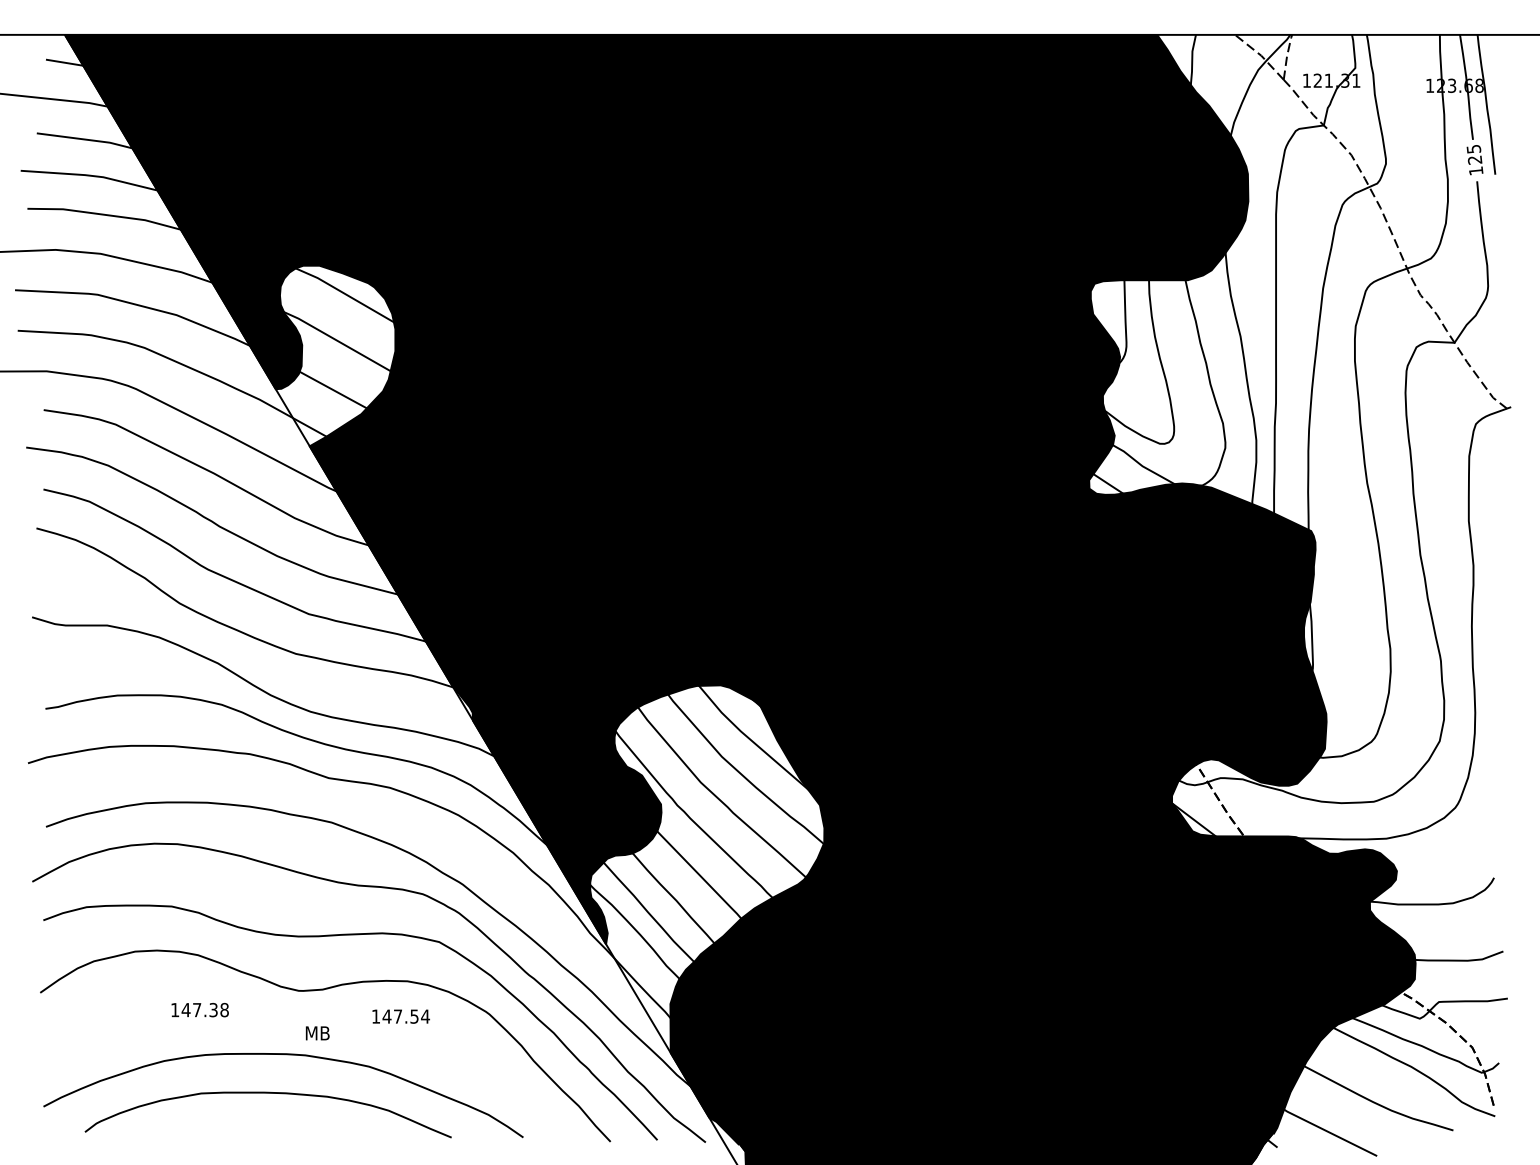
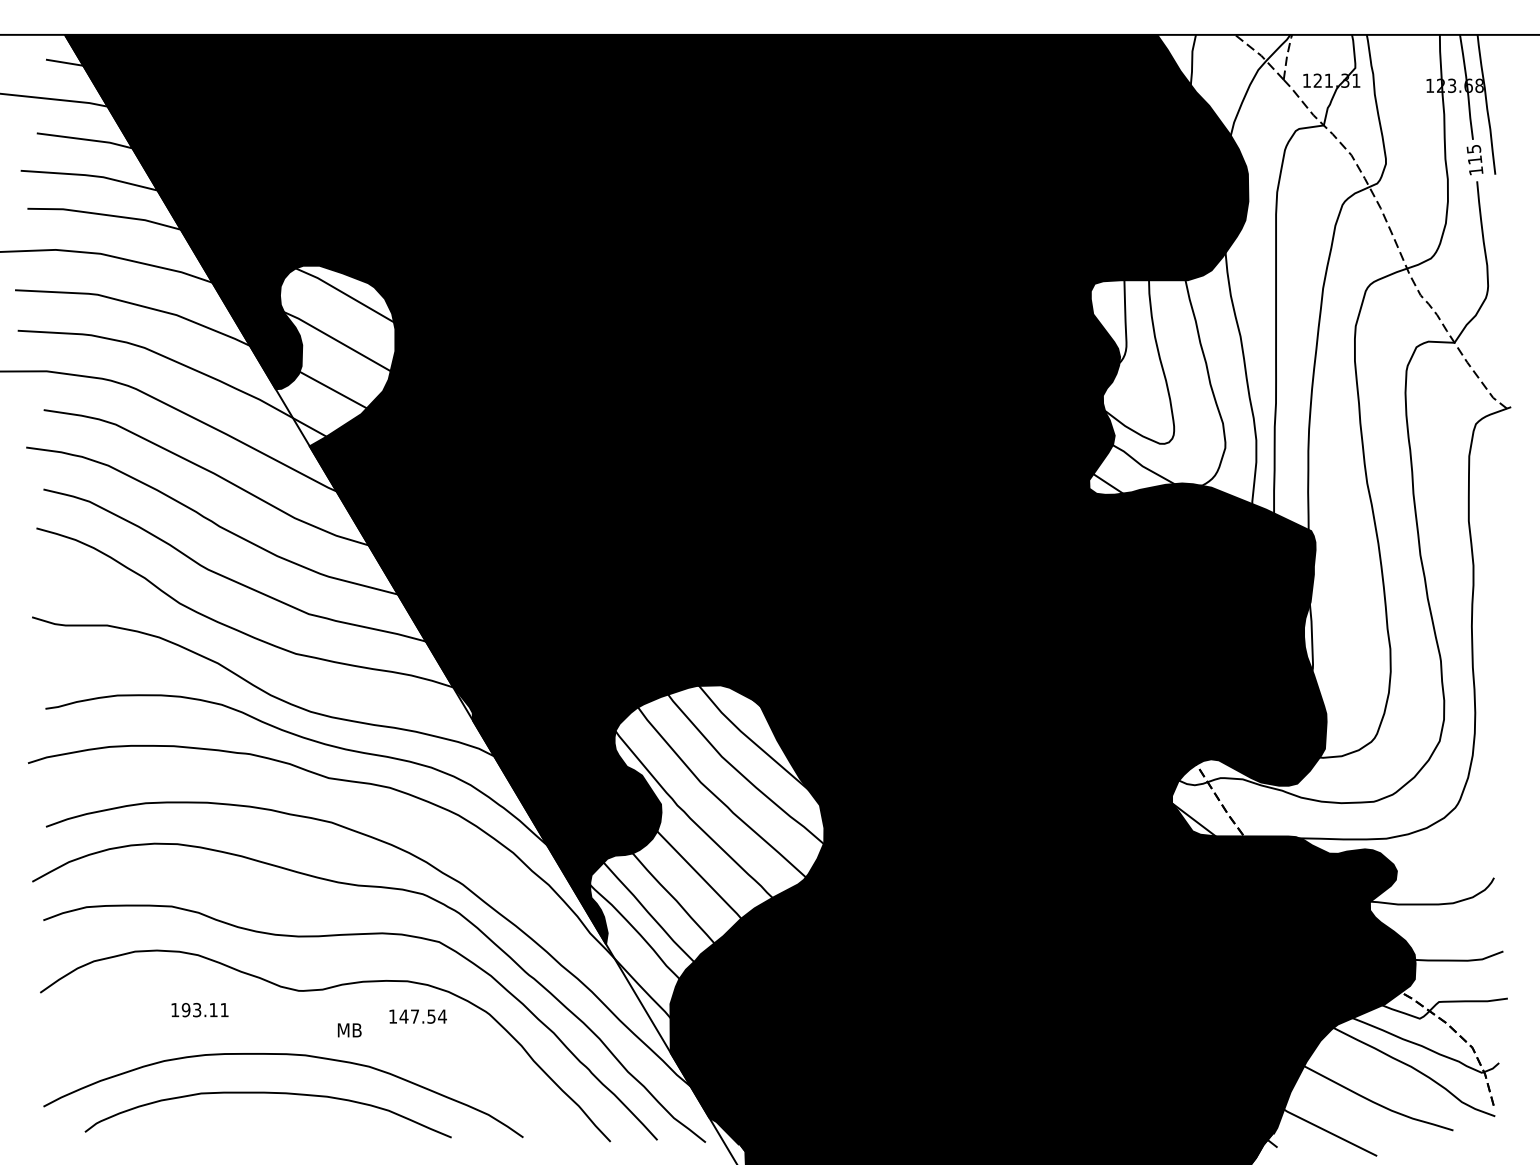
text at (1474, 159): 125 -> 115
text at (204, 1009): 147.38 -> 193.11
text at (400, 1016) position: (400, 1016) -> (417, 1016)
text at (317, 1033) position: (317, 1033) -> (349, 1030)
